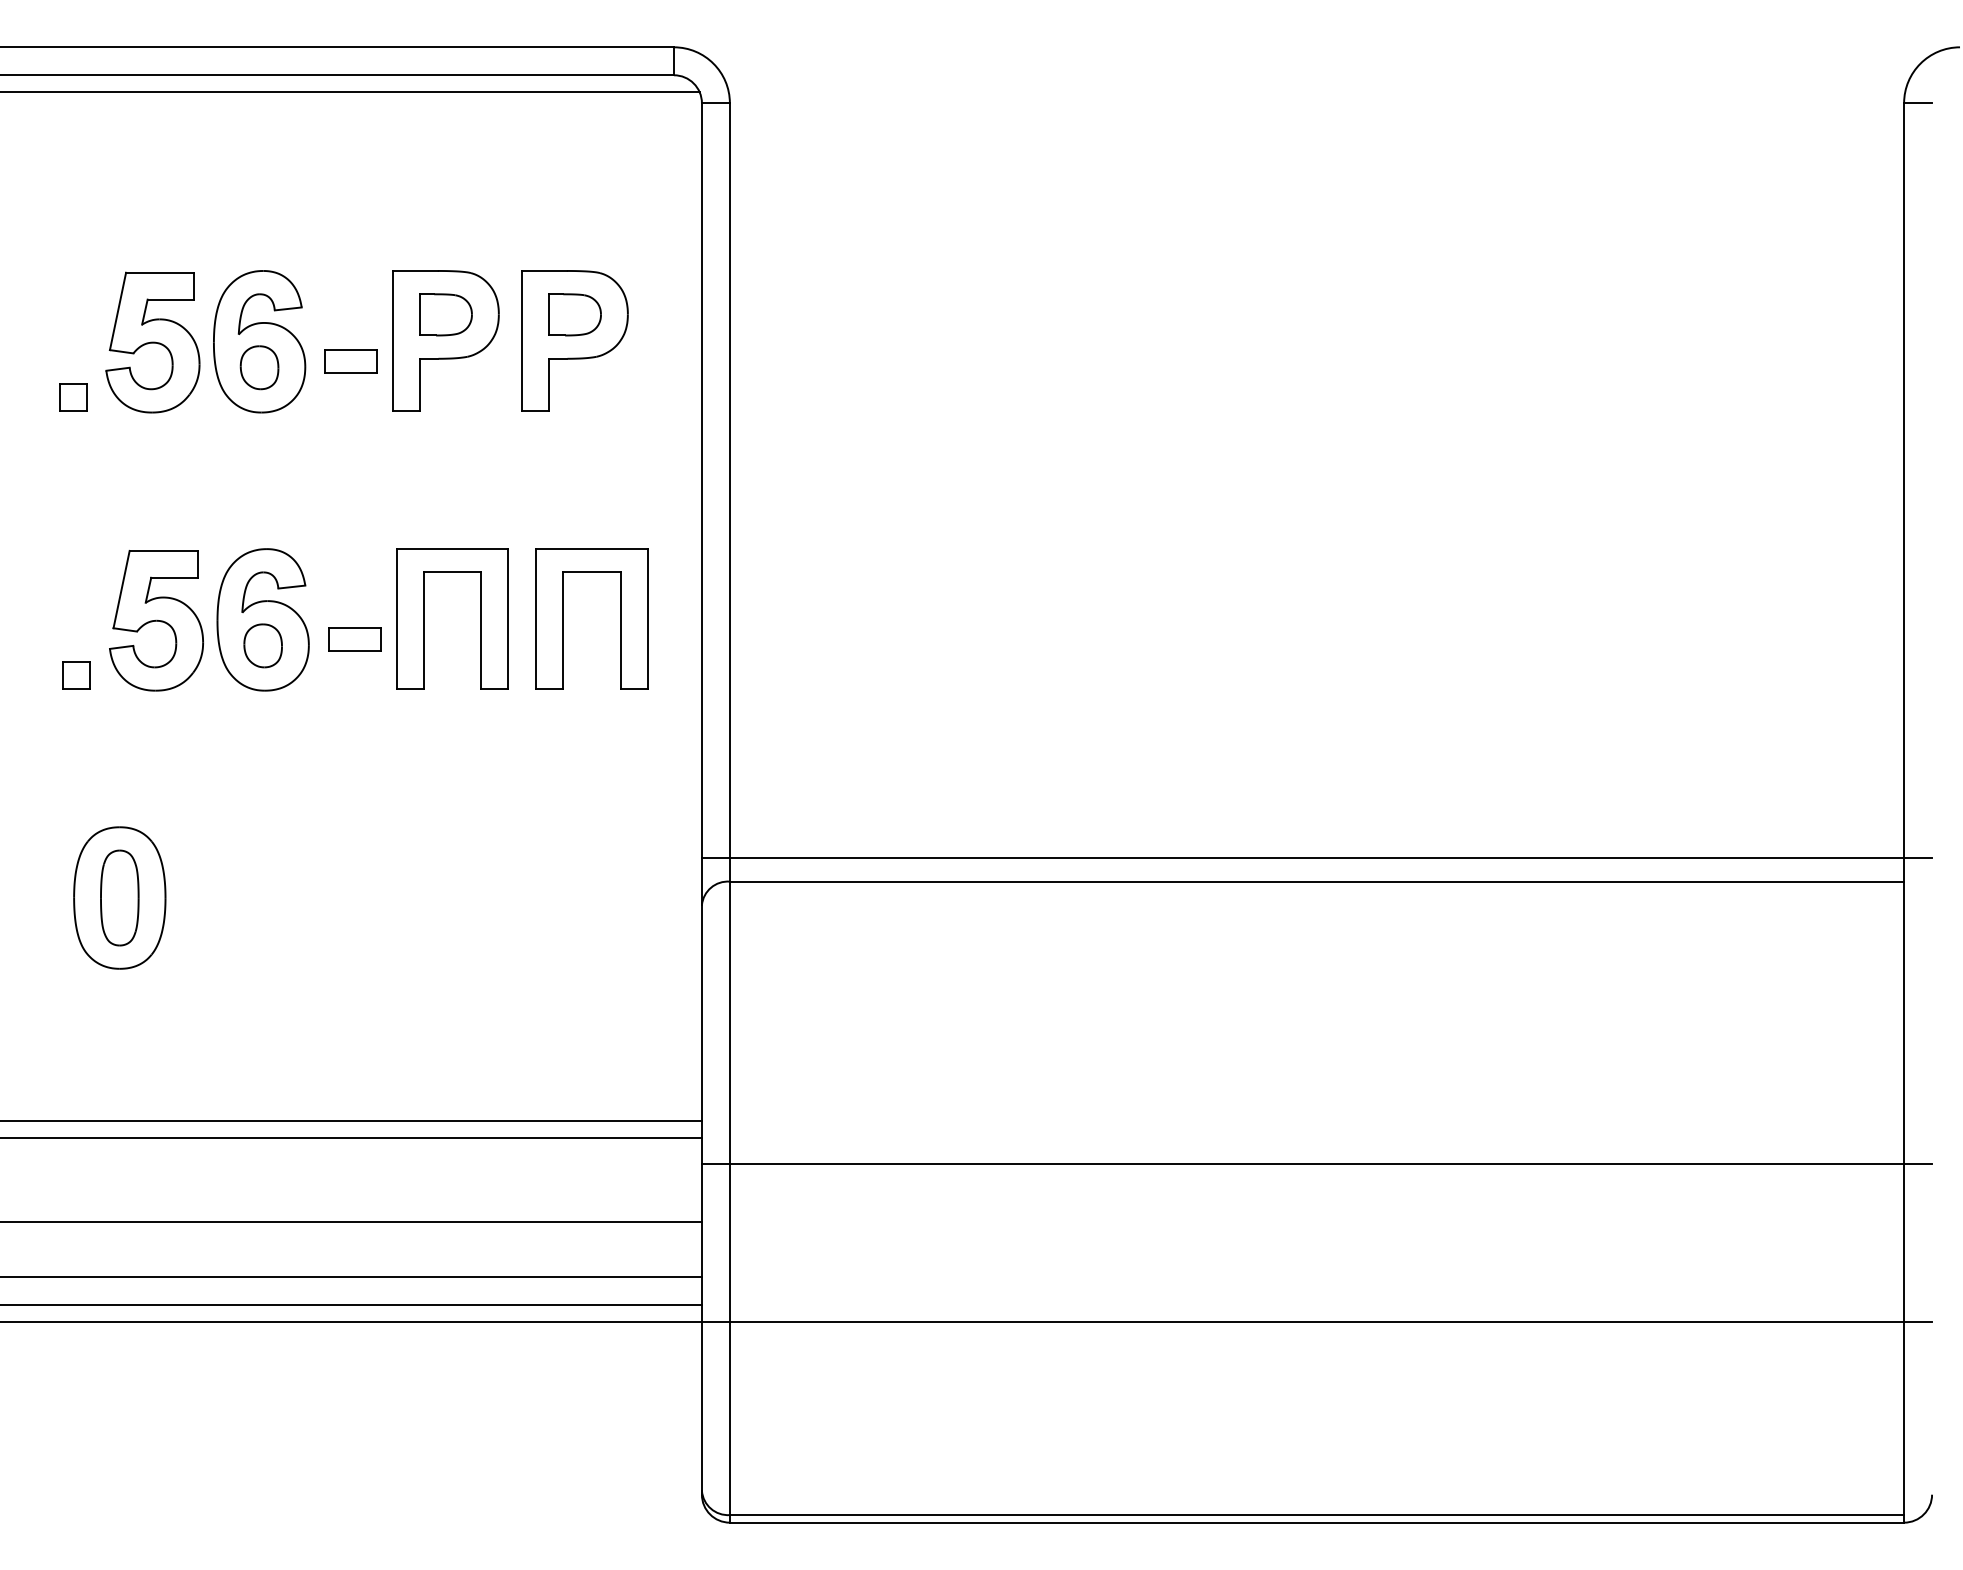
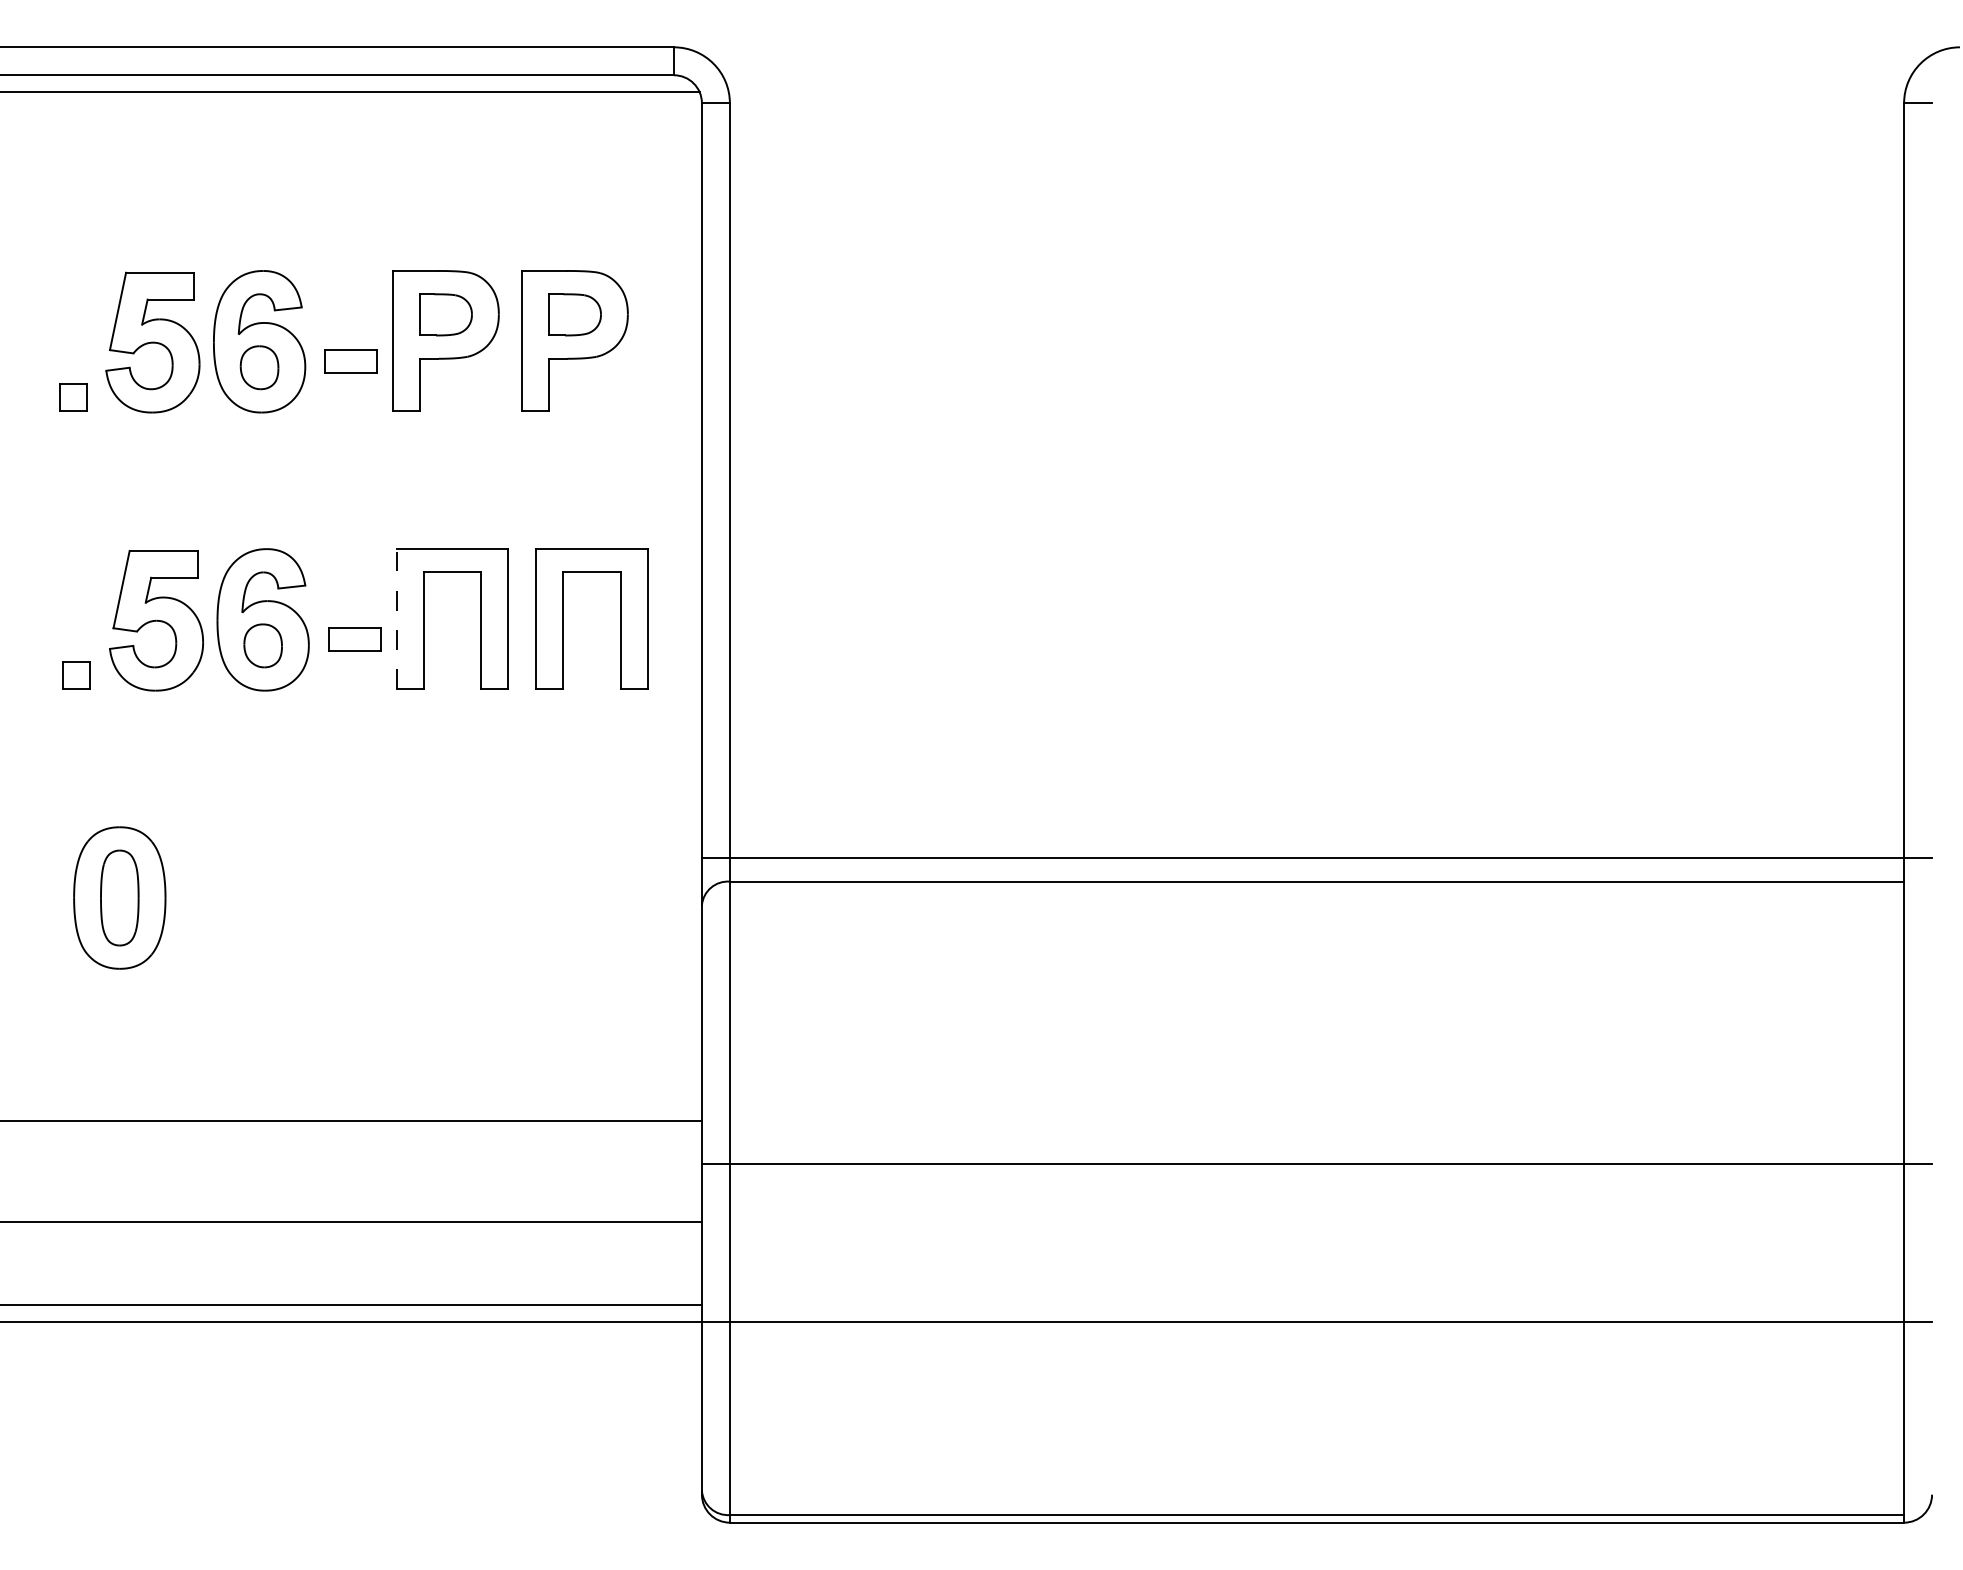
line at (396, 619): solid -> dashed
line at (351, 1137): present -> none
line at (351, 1277): present -> none
